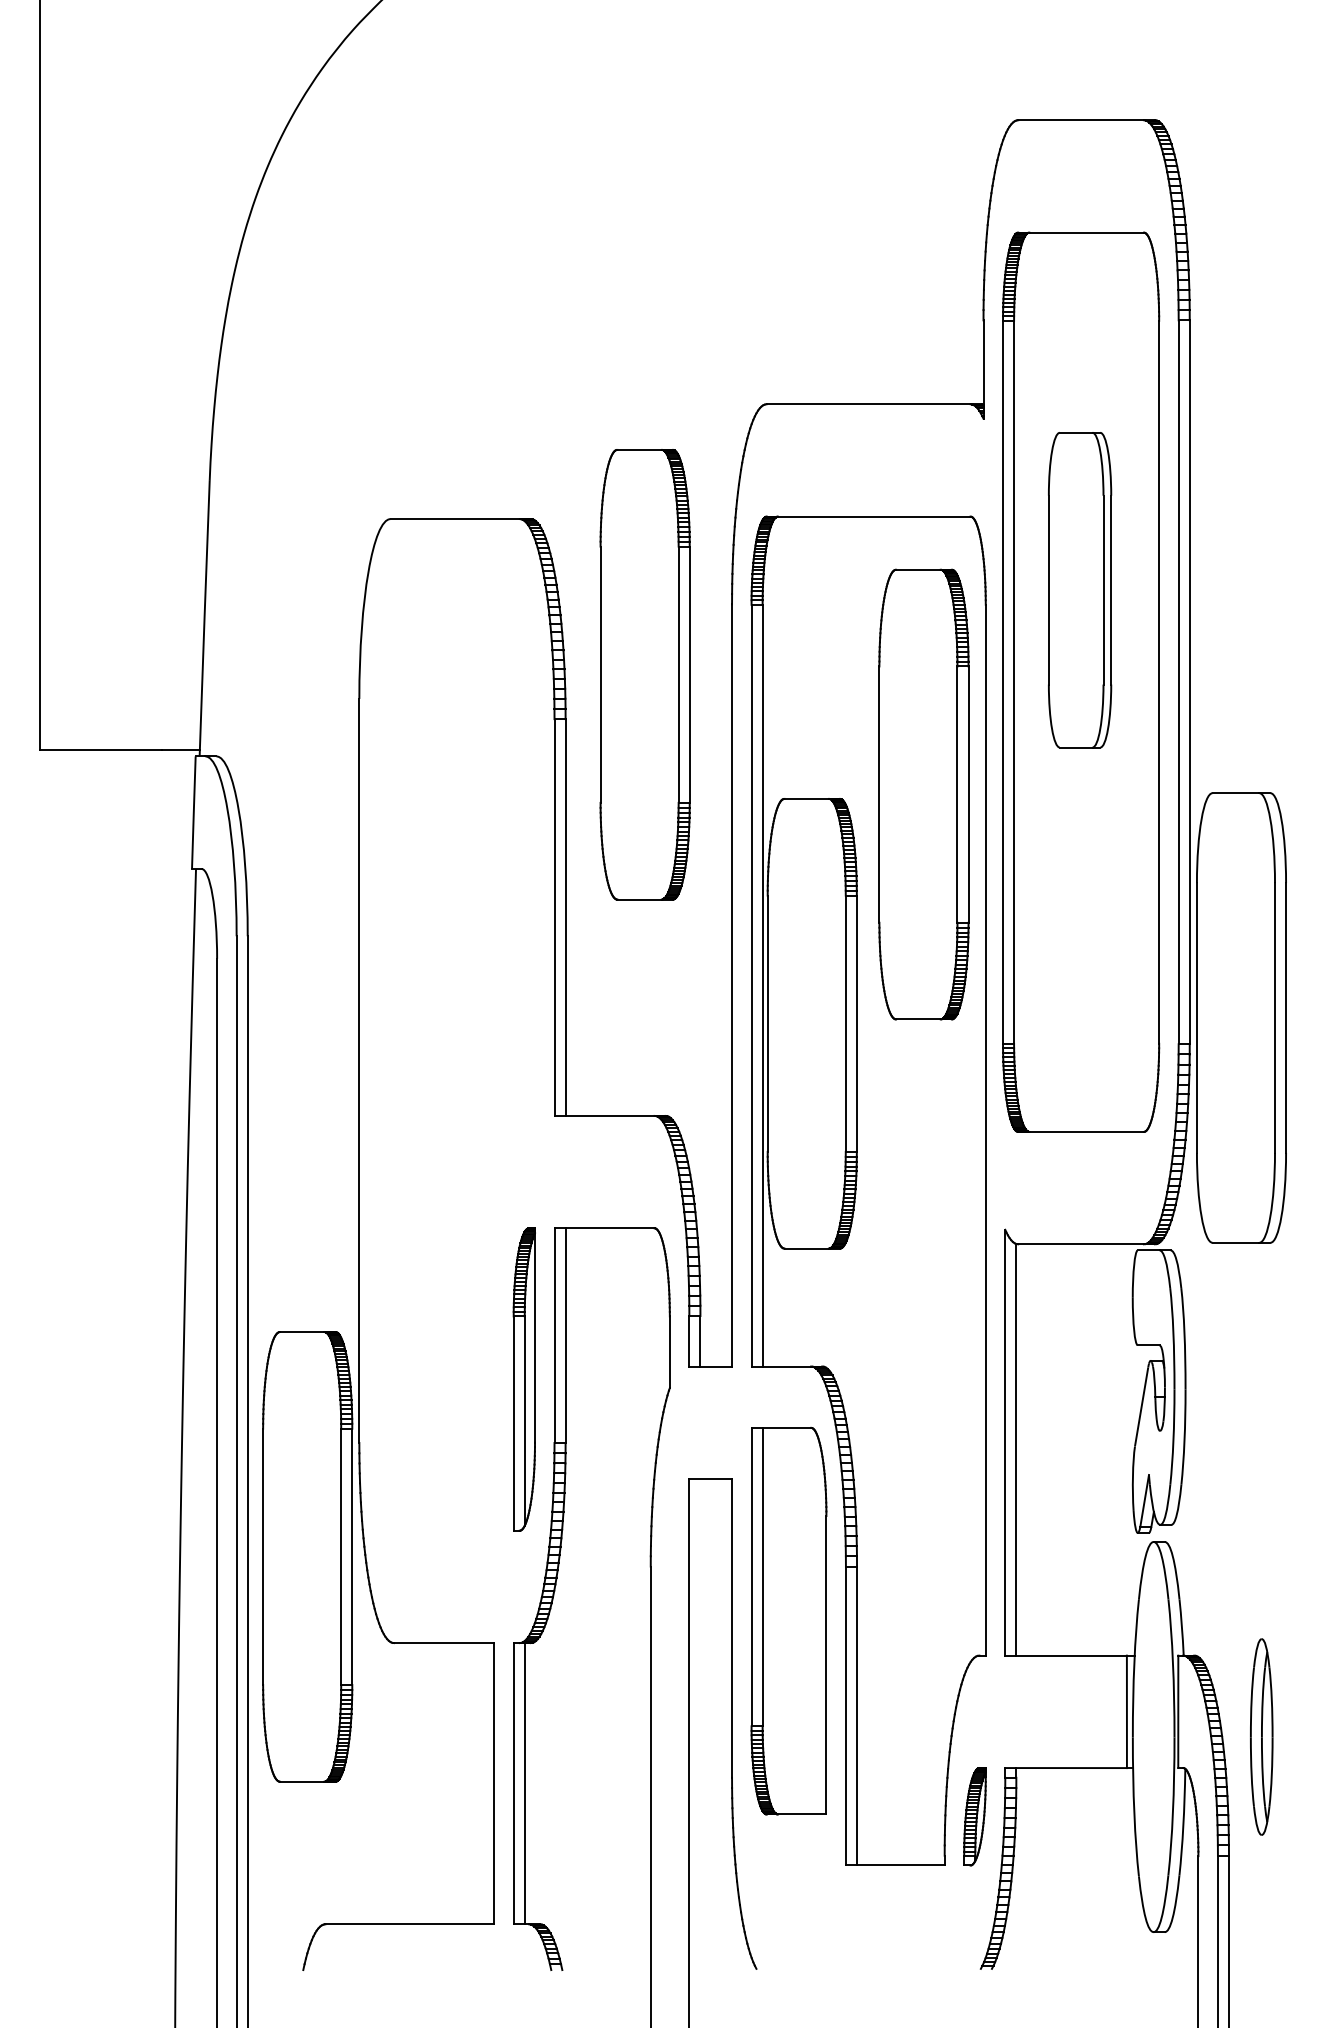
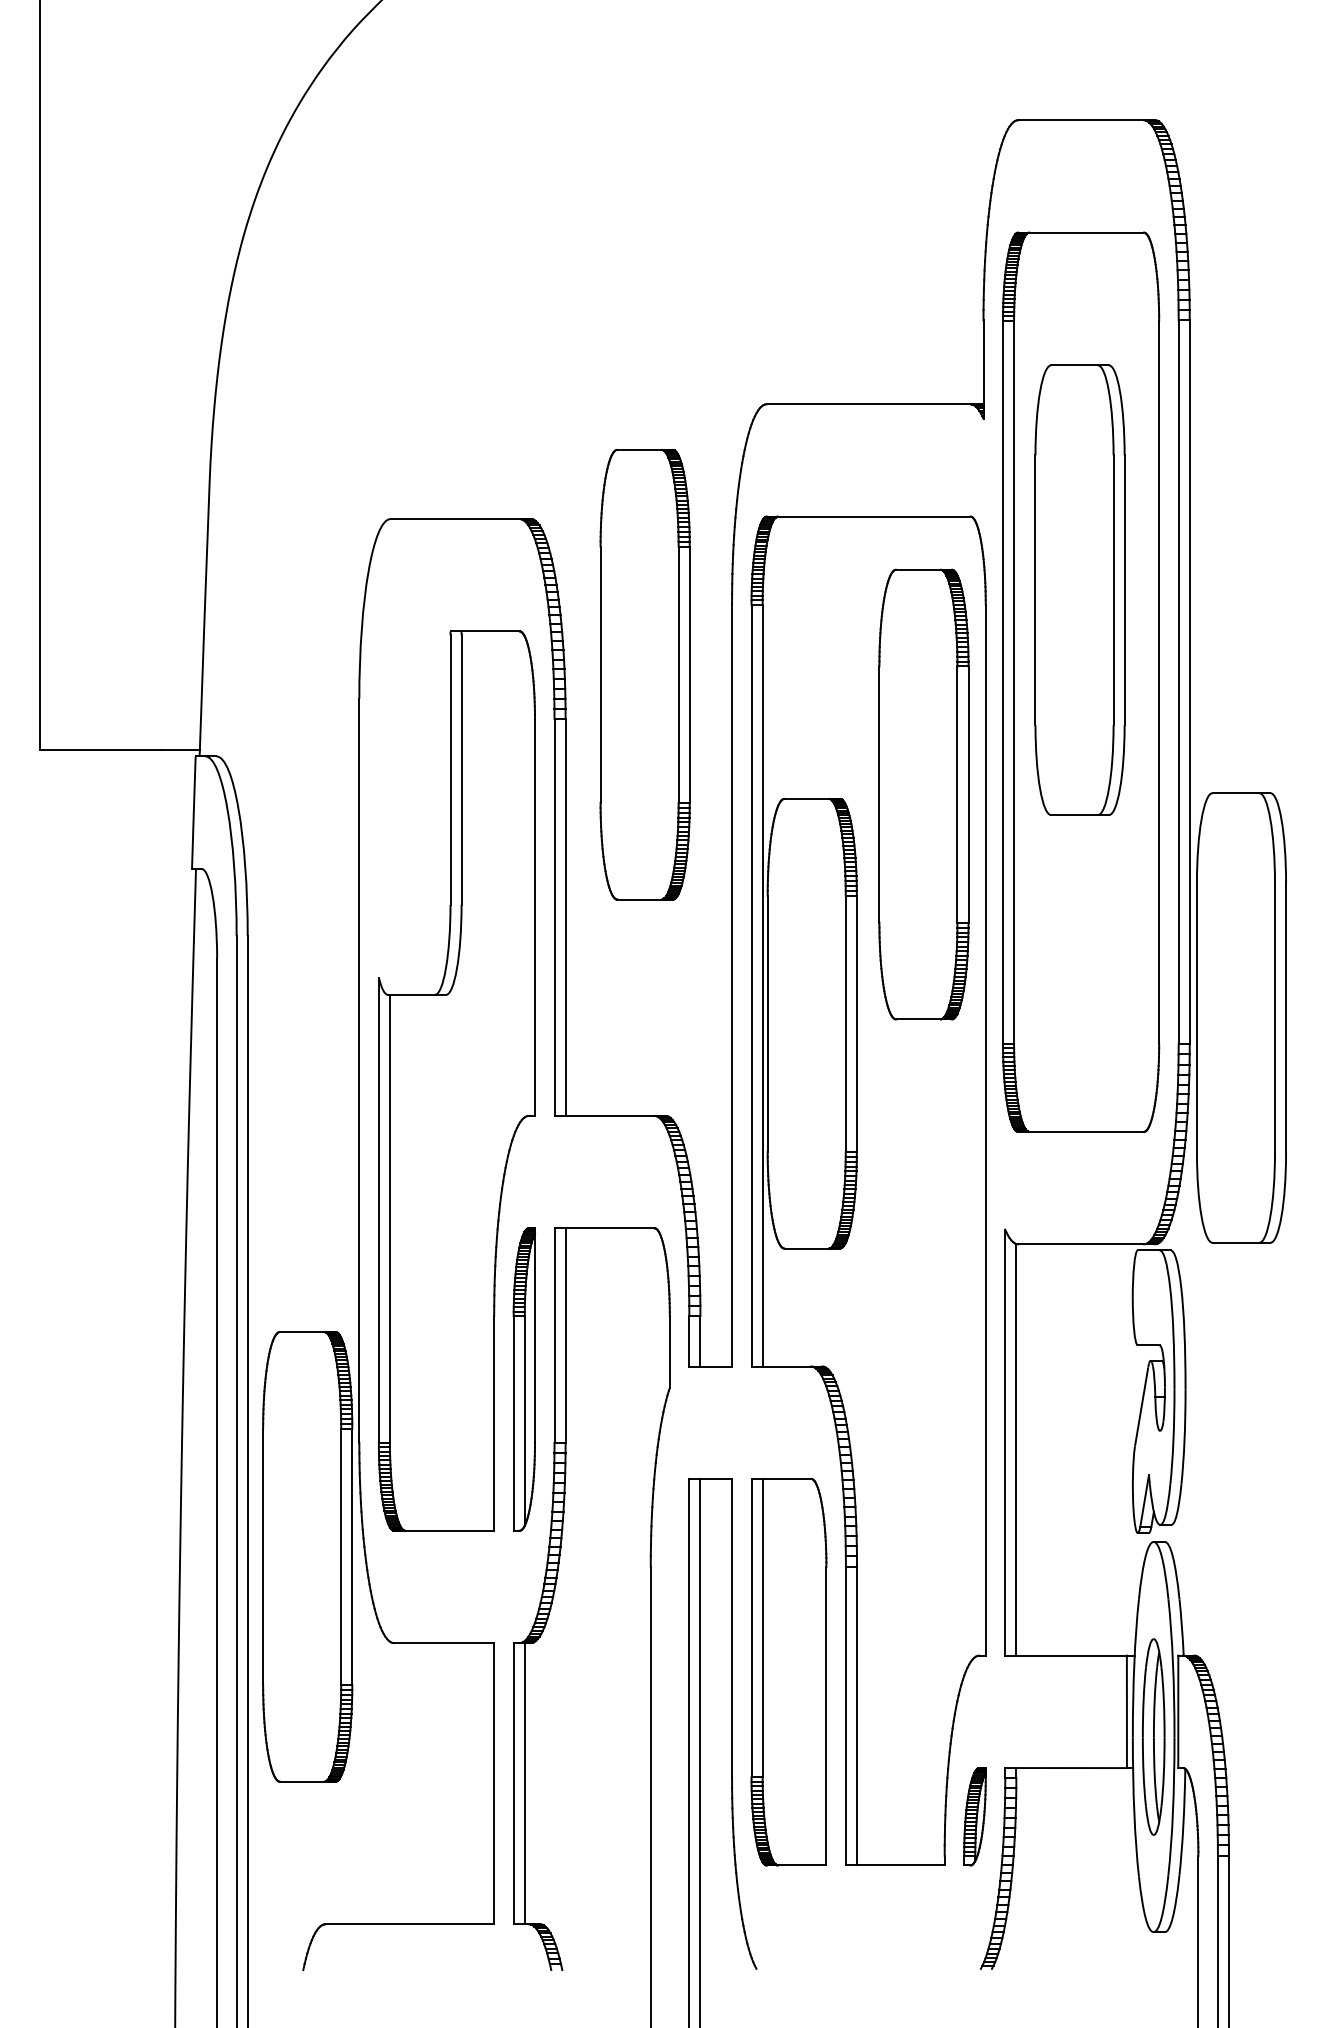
part at (1080, 590) size: 65x317 px -> 92x452 px
part at (456, 1080): none -> present
part at (788, 1621) position: (788, 1621) -> (788, 1672)
part at (1261, 1736) position: (1261, 1736) -> (1153, 1736)
line at (700, 1751): none -> present
